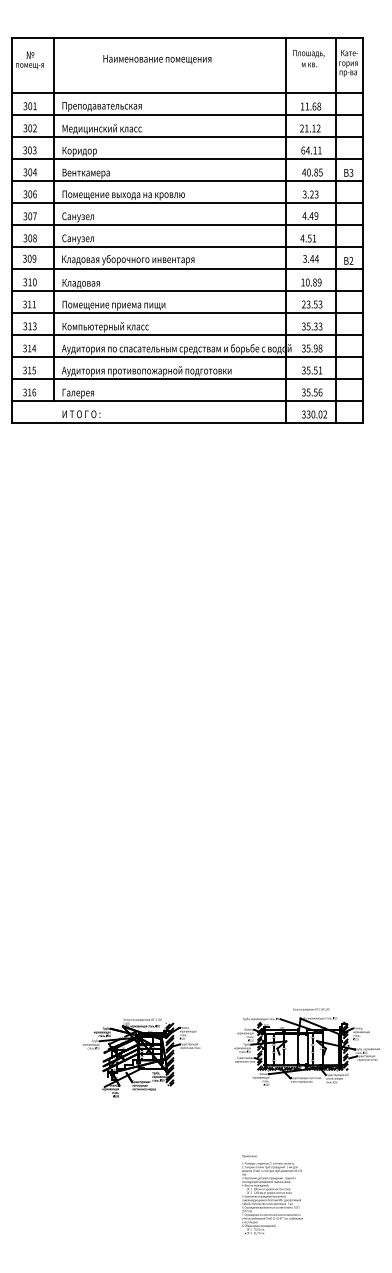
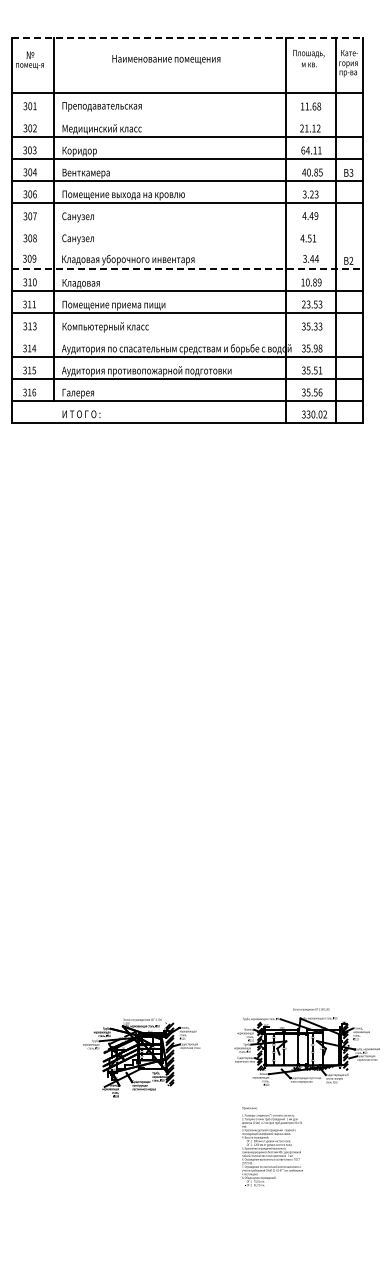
line at (187, 38): solid -> dashed
text at (157, 59) position: (157, 59) -> (166, 59)
line at (187, 115): present -> none
line at (187, 225): present -> none
line at (187, 247): present -> none
line at (187, 269): solid -> dashed
line at (187, 335): present -> none
hatch at (280, 1068): present -> none
hatch at (332, 1068): present -> none
text at (272, 1194) position: (272, 1194) -> (272, 1146)
